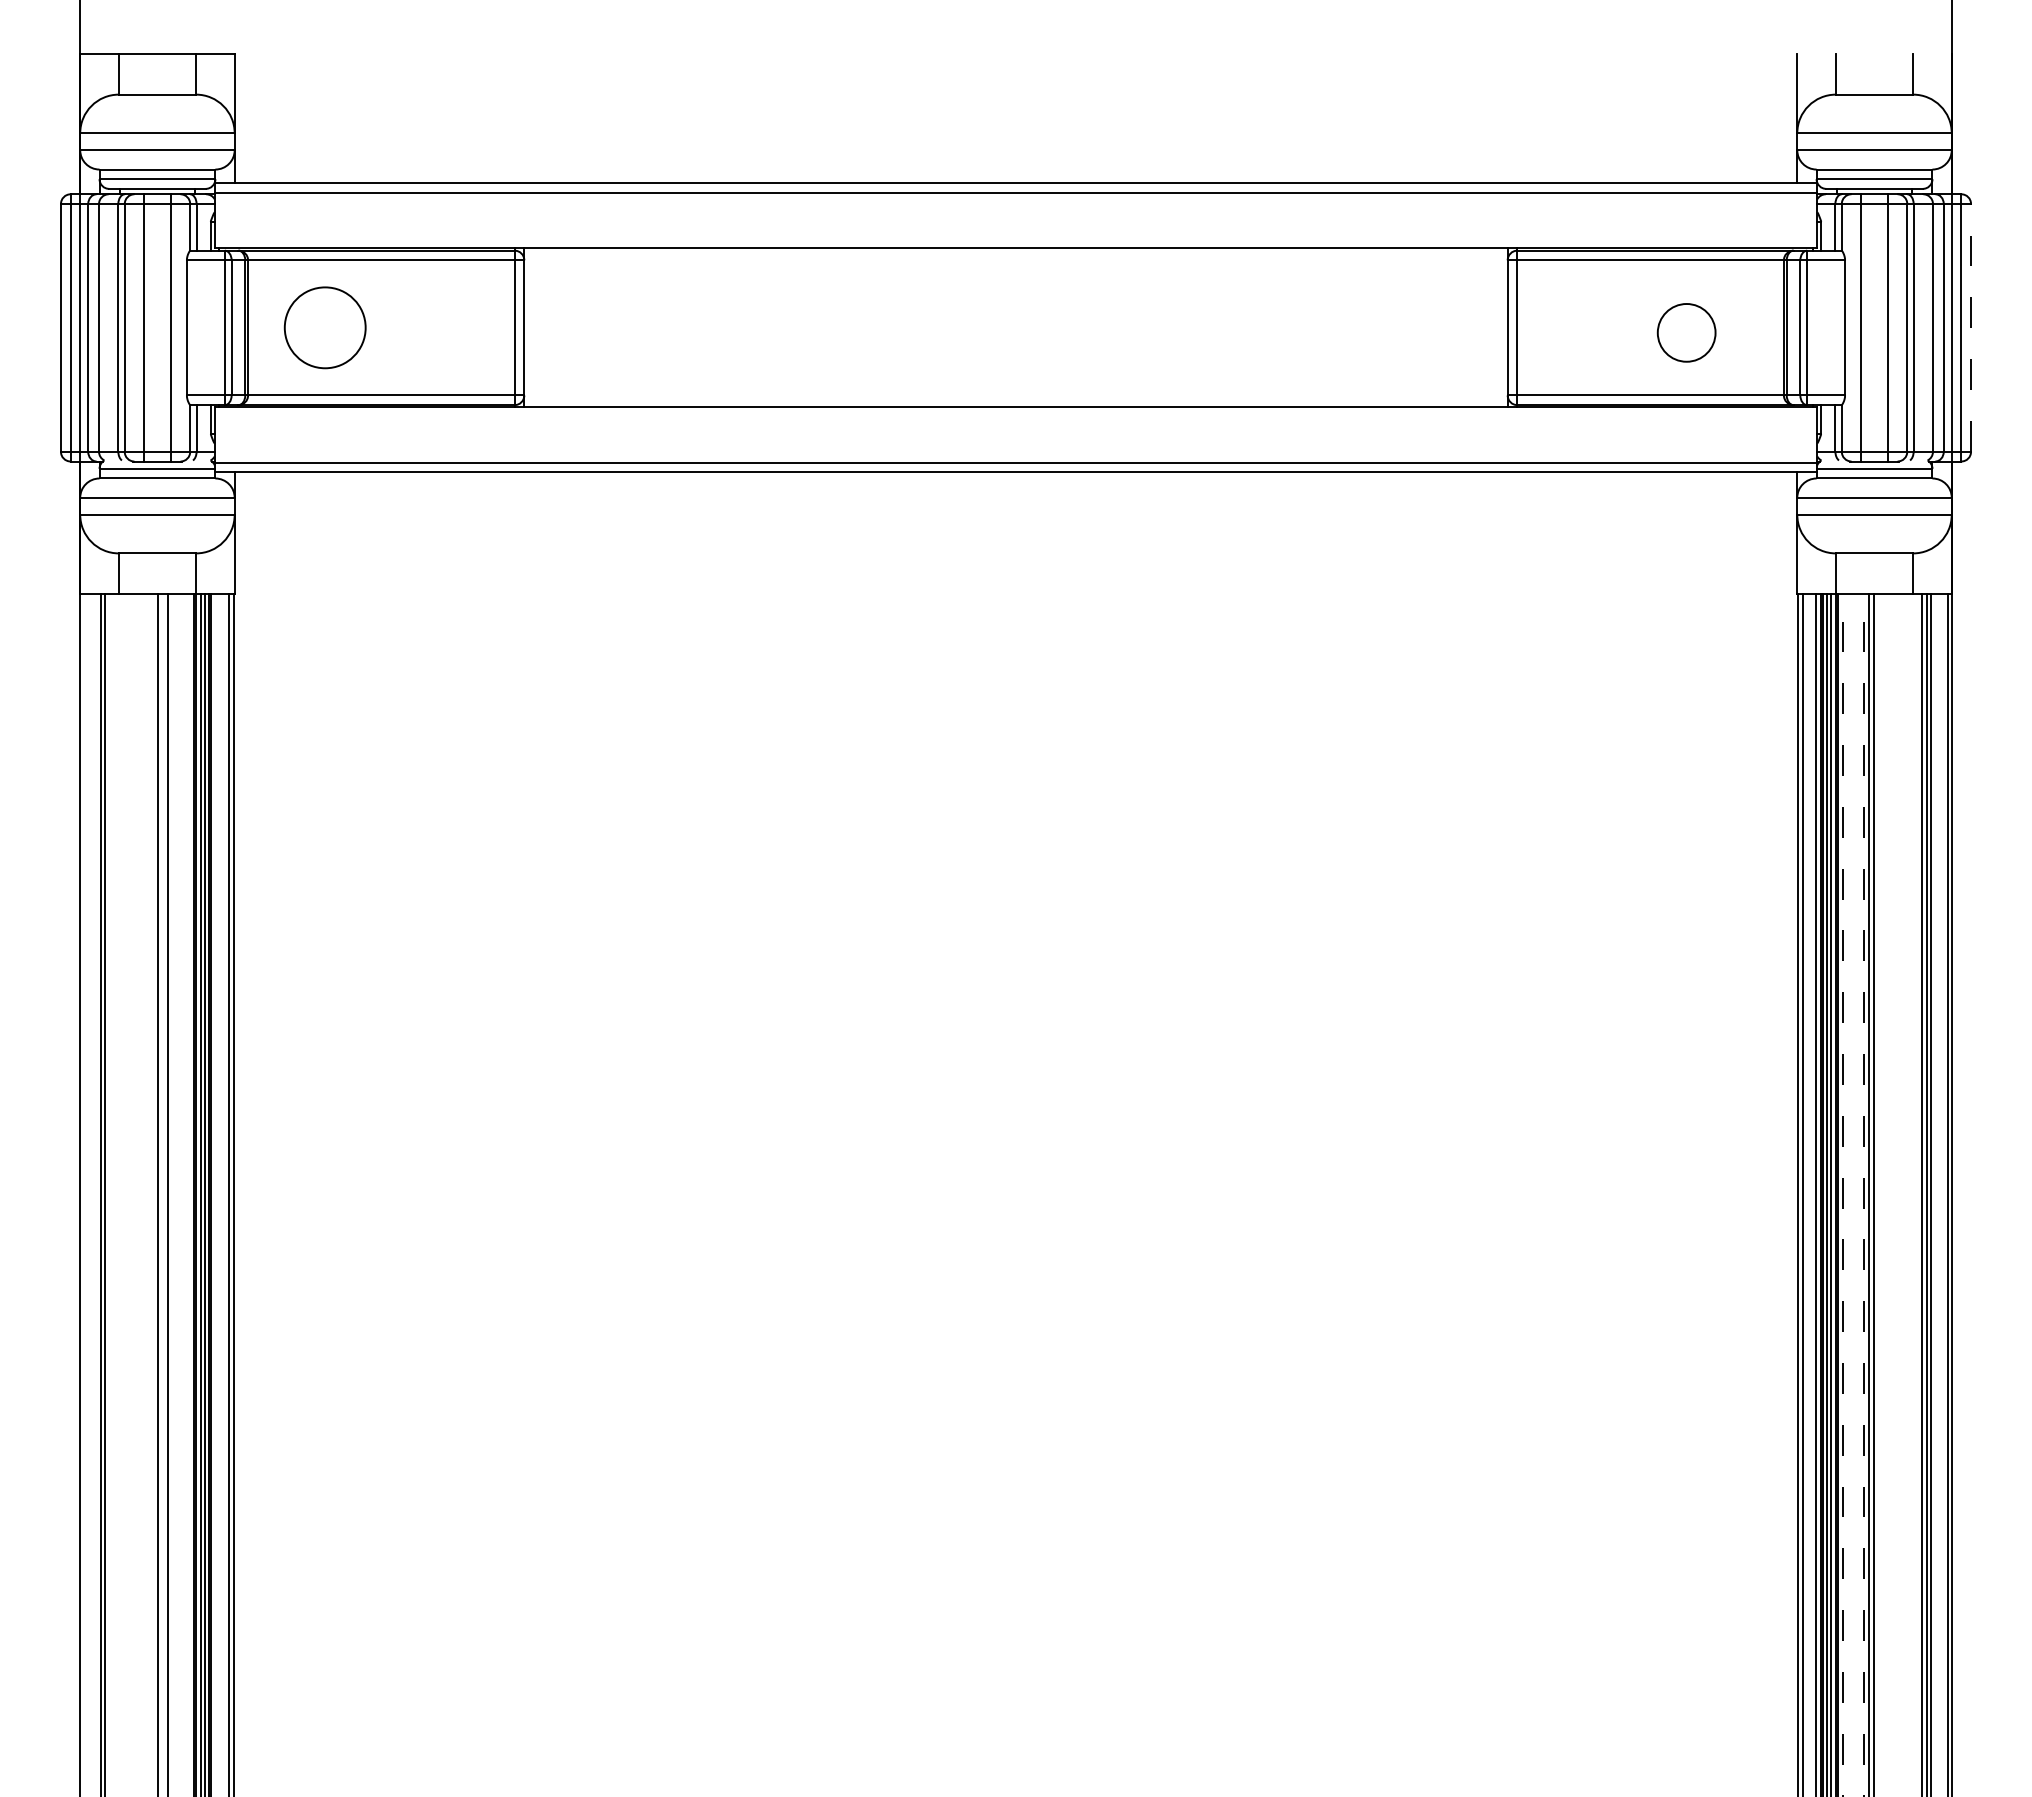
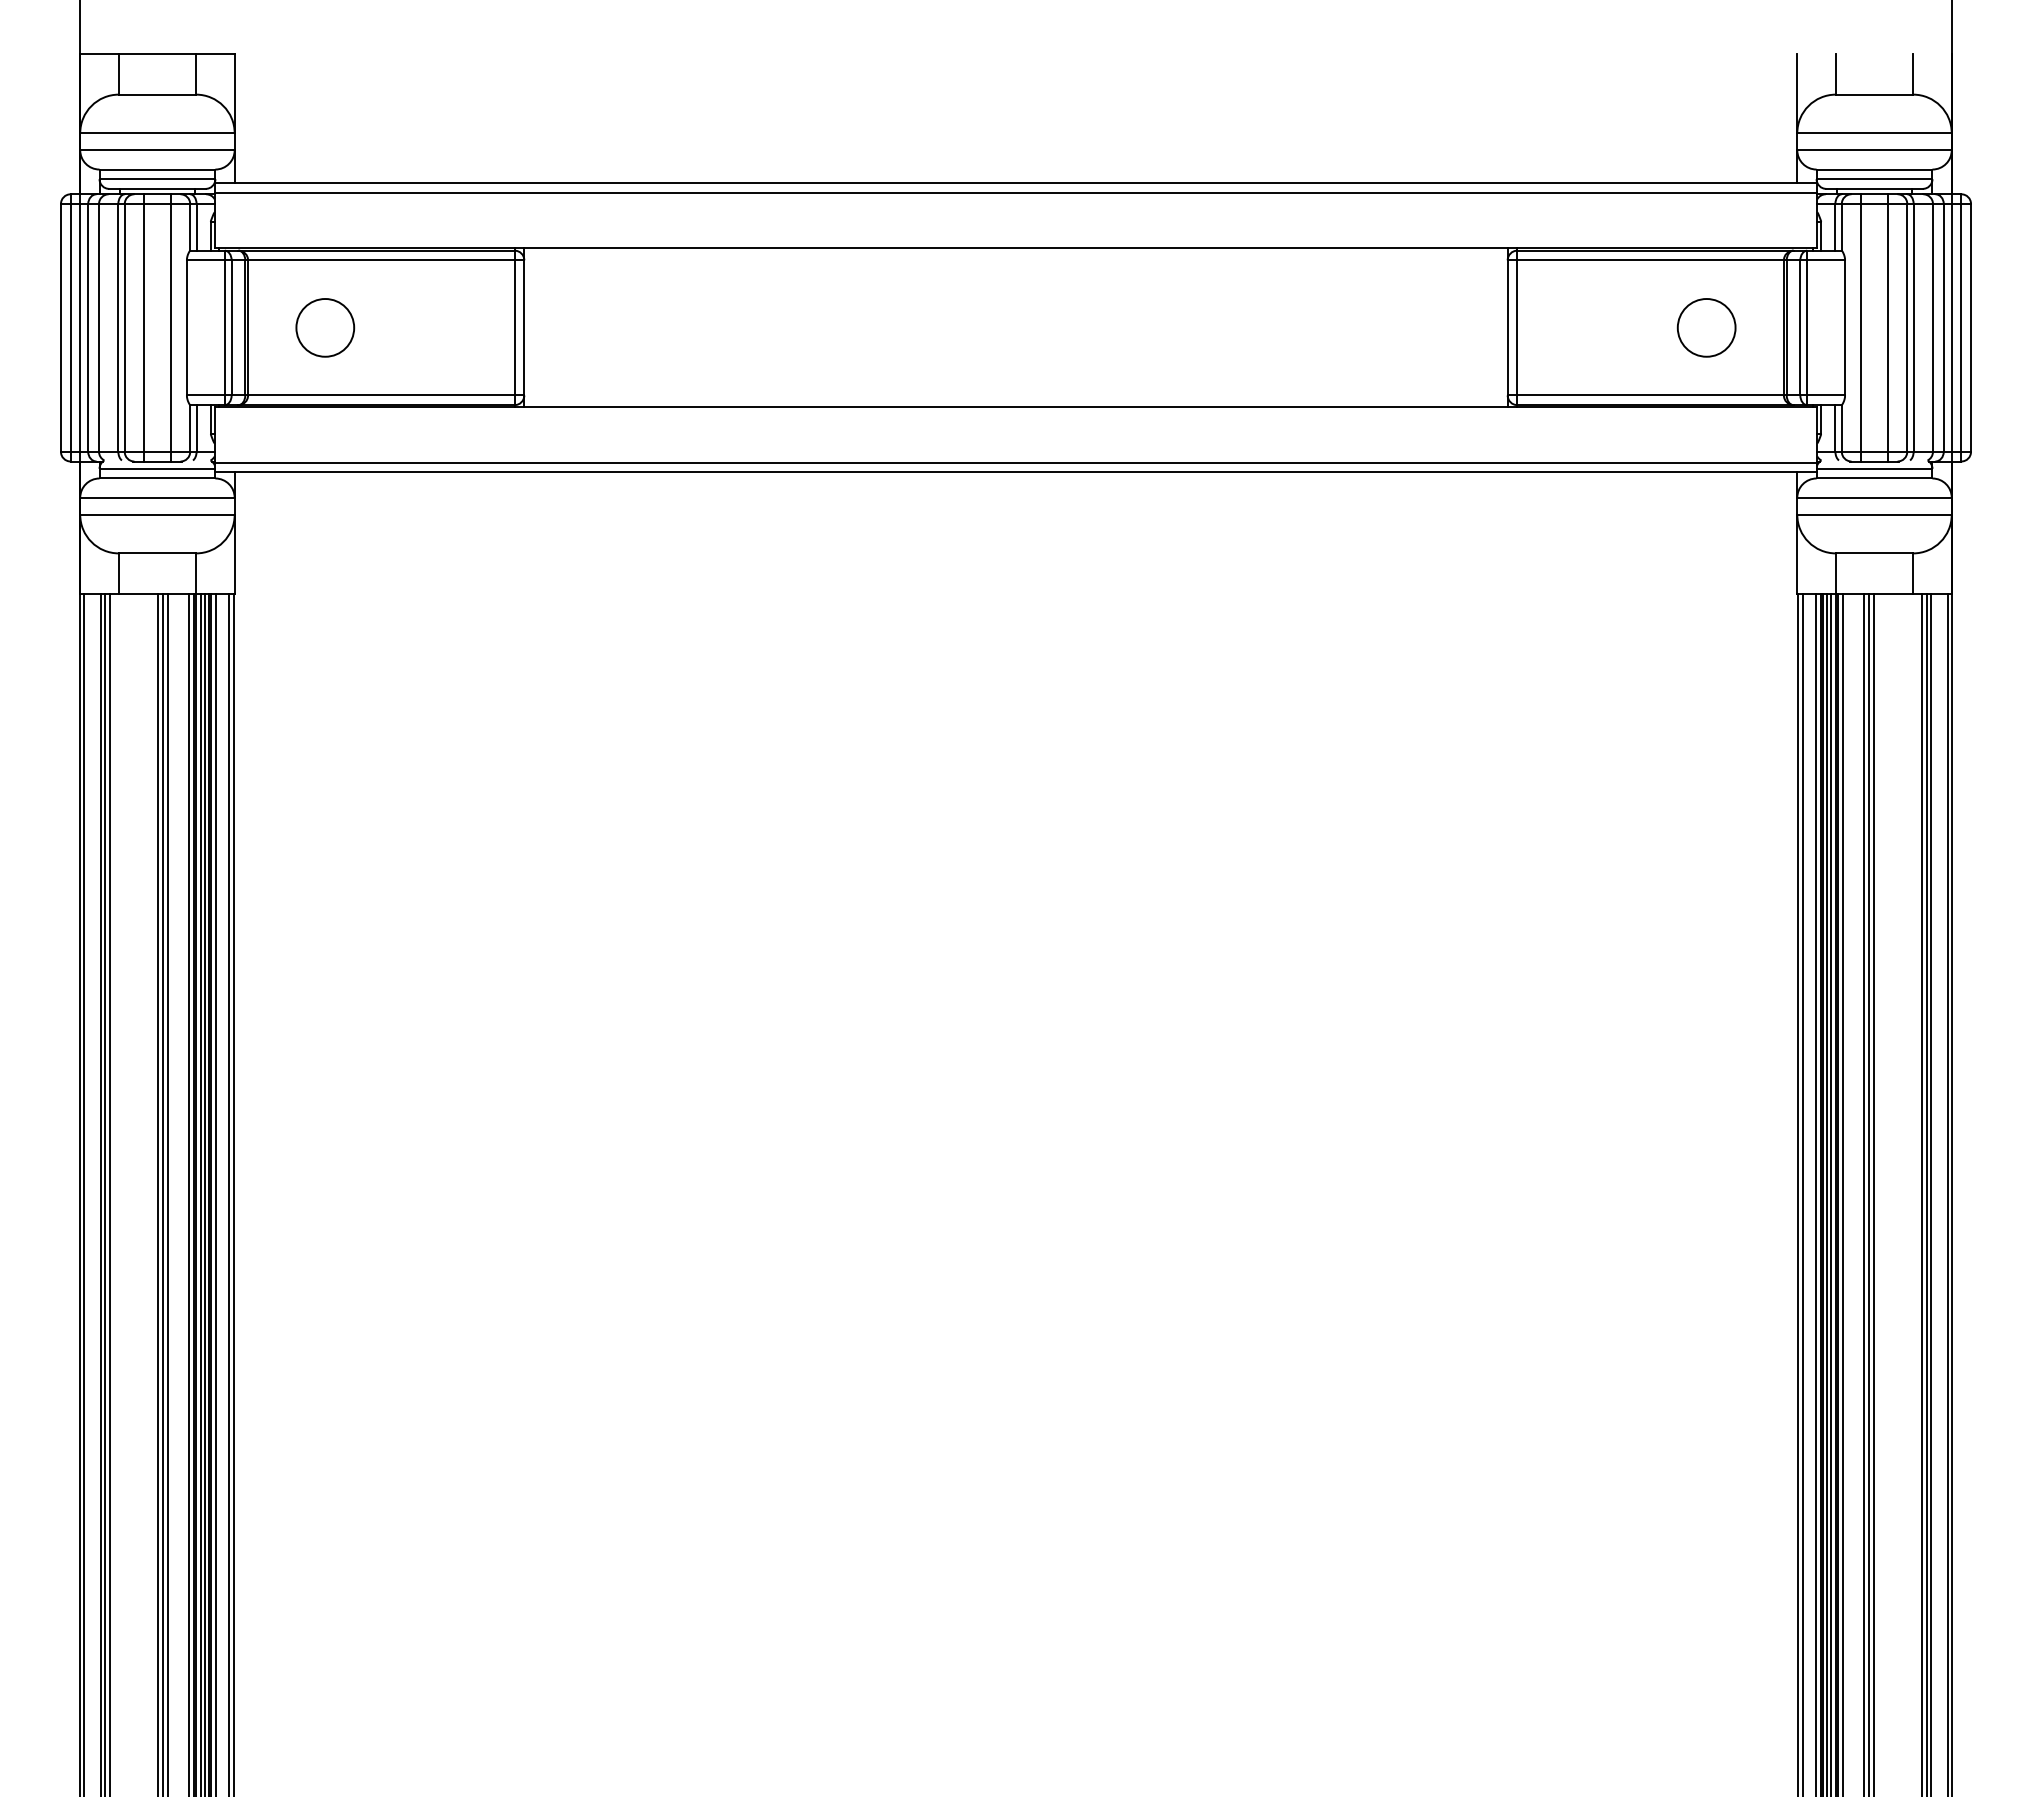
circle at (324, 327) size: 84x84 px -> 61x60 px
line at (1971, 327): dashed -> solid
circle at (1686, 332) position: (1686, 332) -> (1706, 327)
line at (84, 1193): none -> present
line at (109, 1193): none -> present
line at (163, 1193): none -> present
line at (189, 1193): none -> present
line at (216, 1193): none -> present
line at (1842, 1195): dashed -> solid
line at (1864, 1195): dashed -> solid
